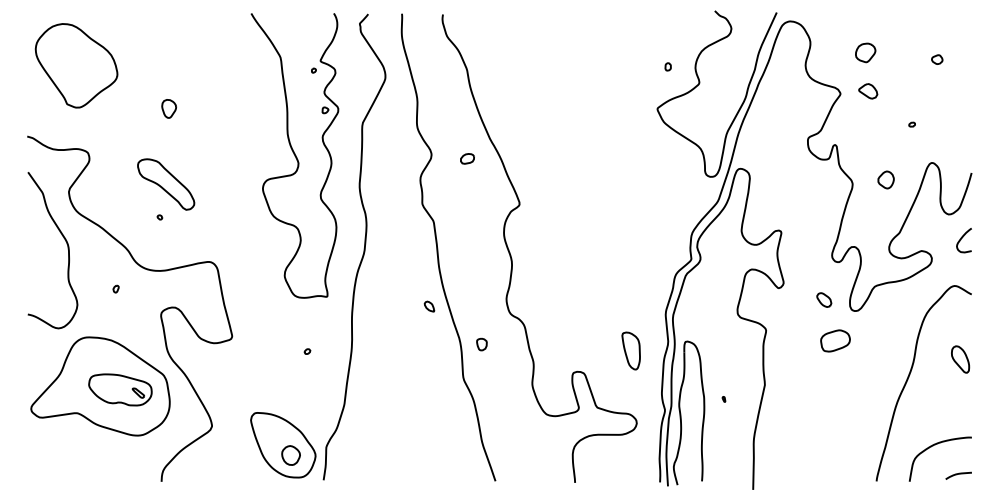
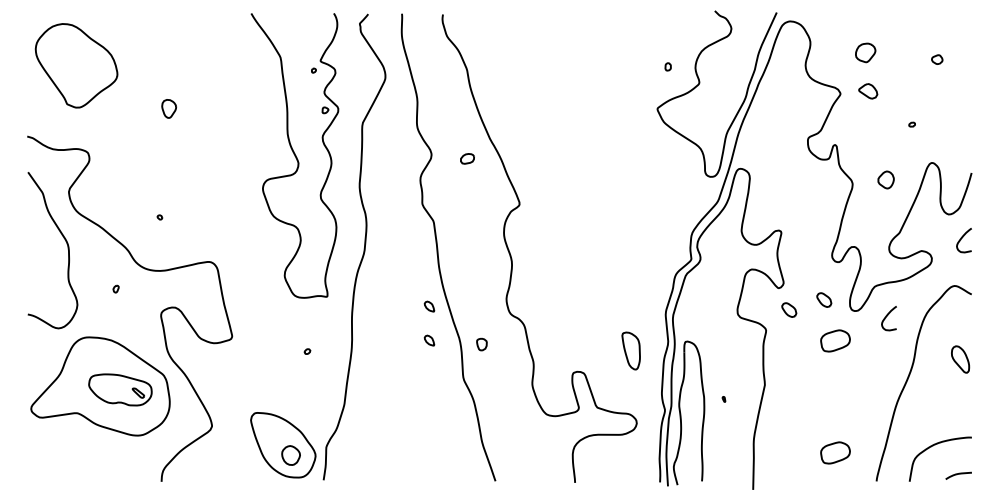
part at (166, 184): present -> none
part at (789, 309): none -> present
curve at (887, 316): none -> present
part at (429, 340): none -> present
part at (835, 452): none -> present
